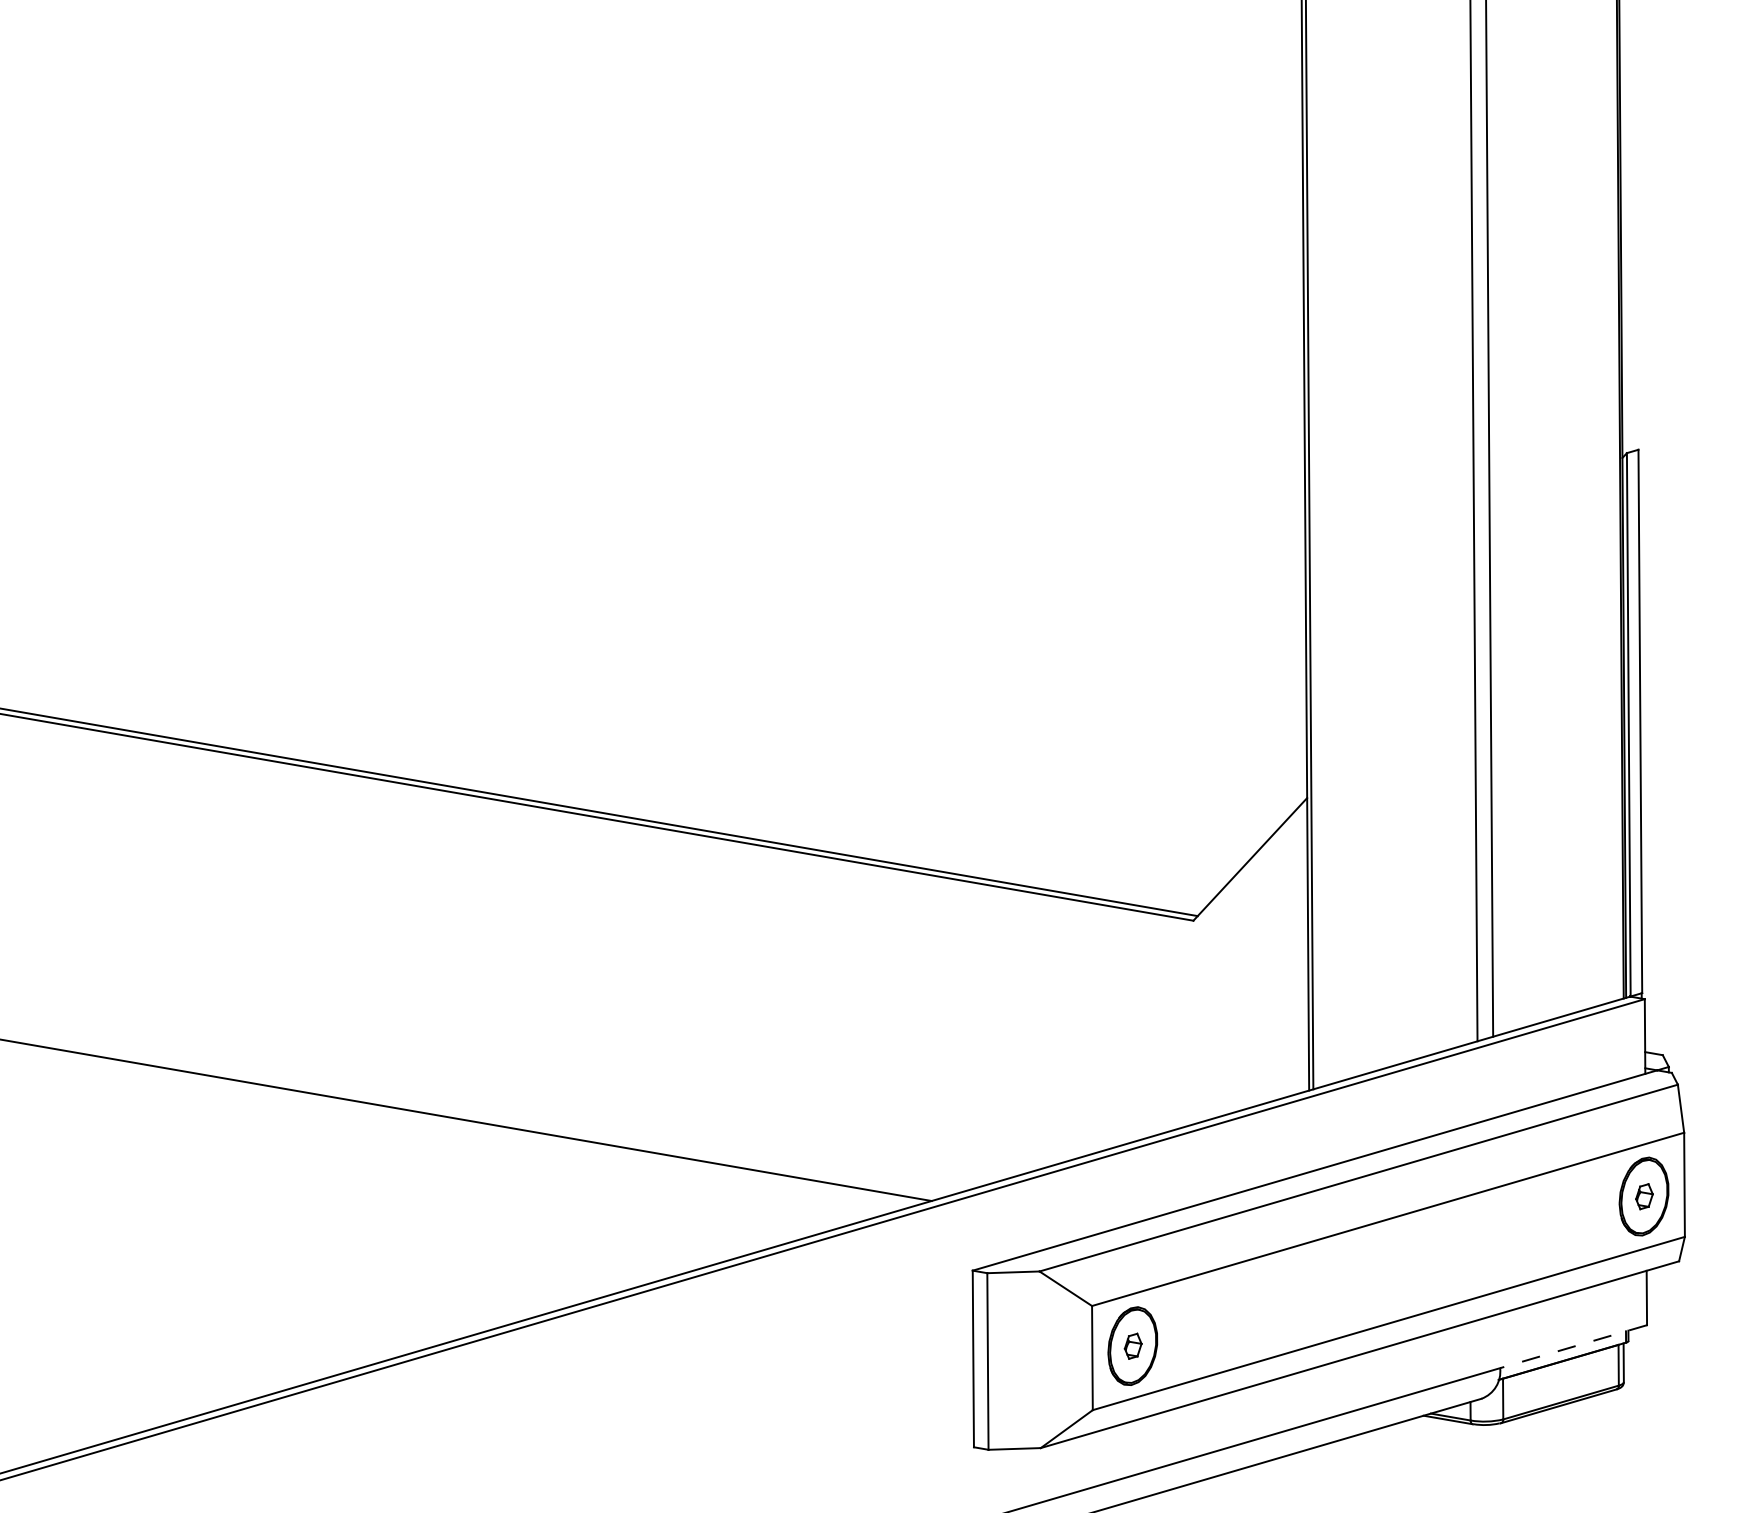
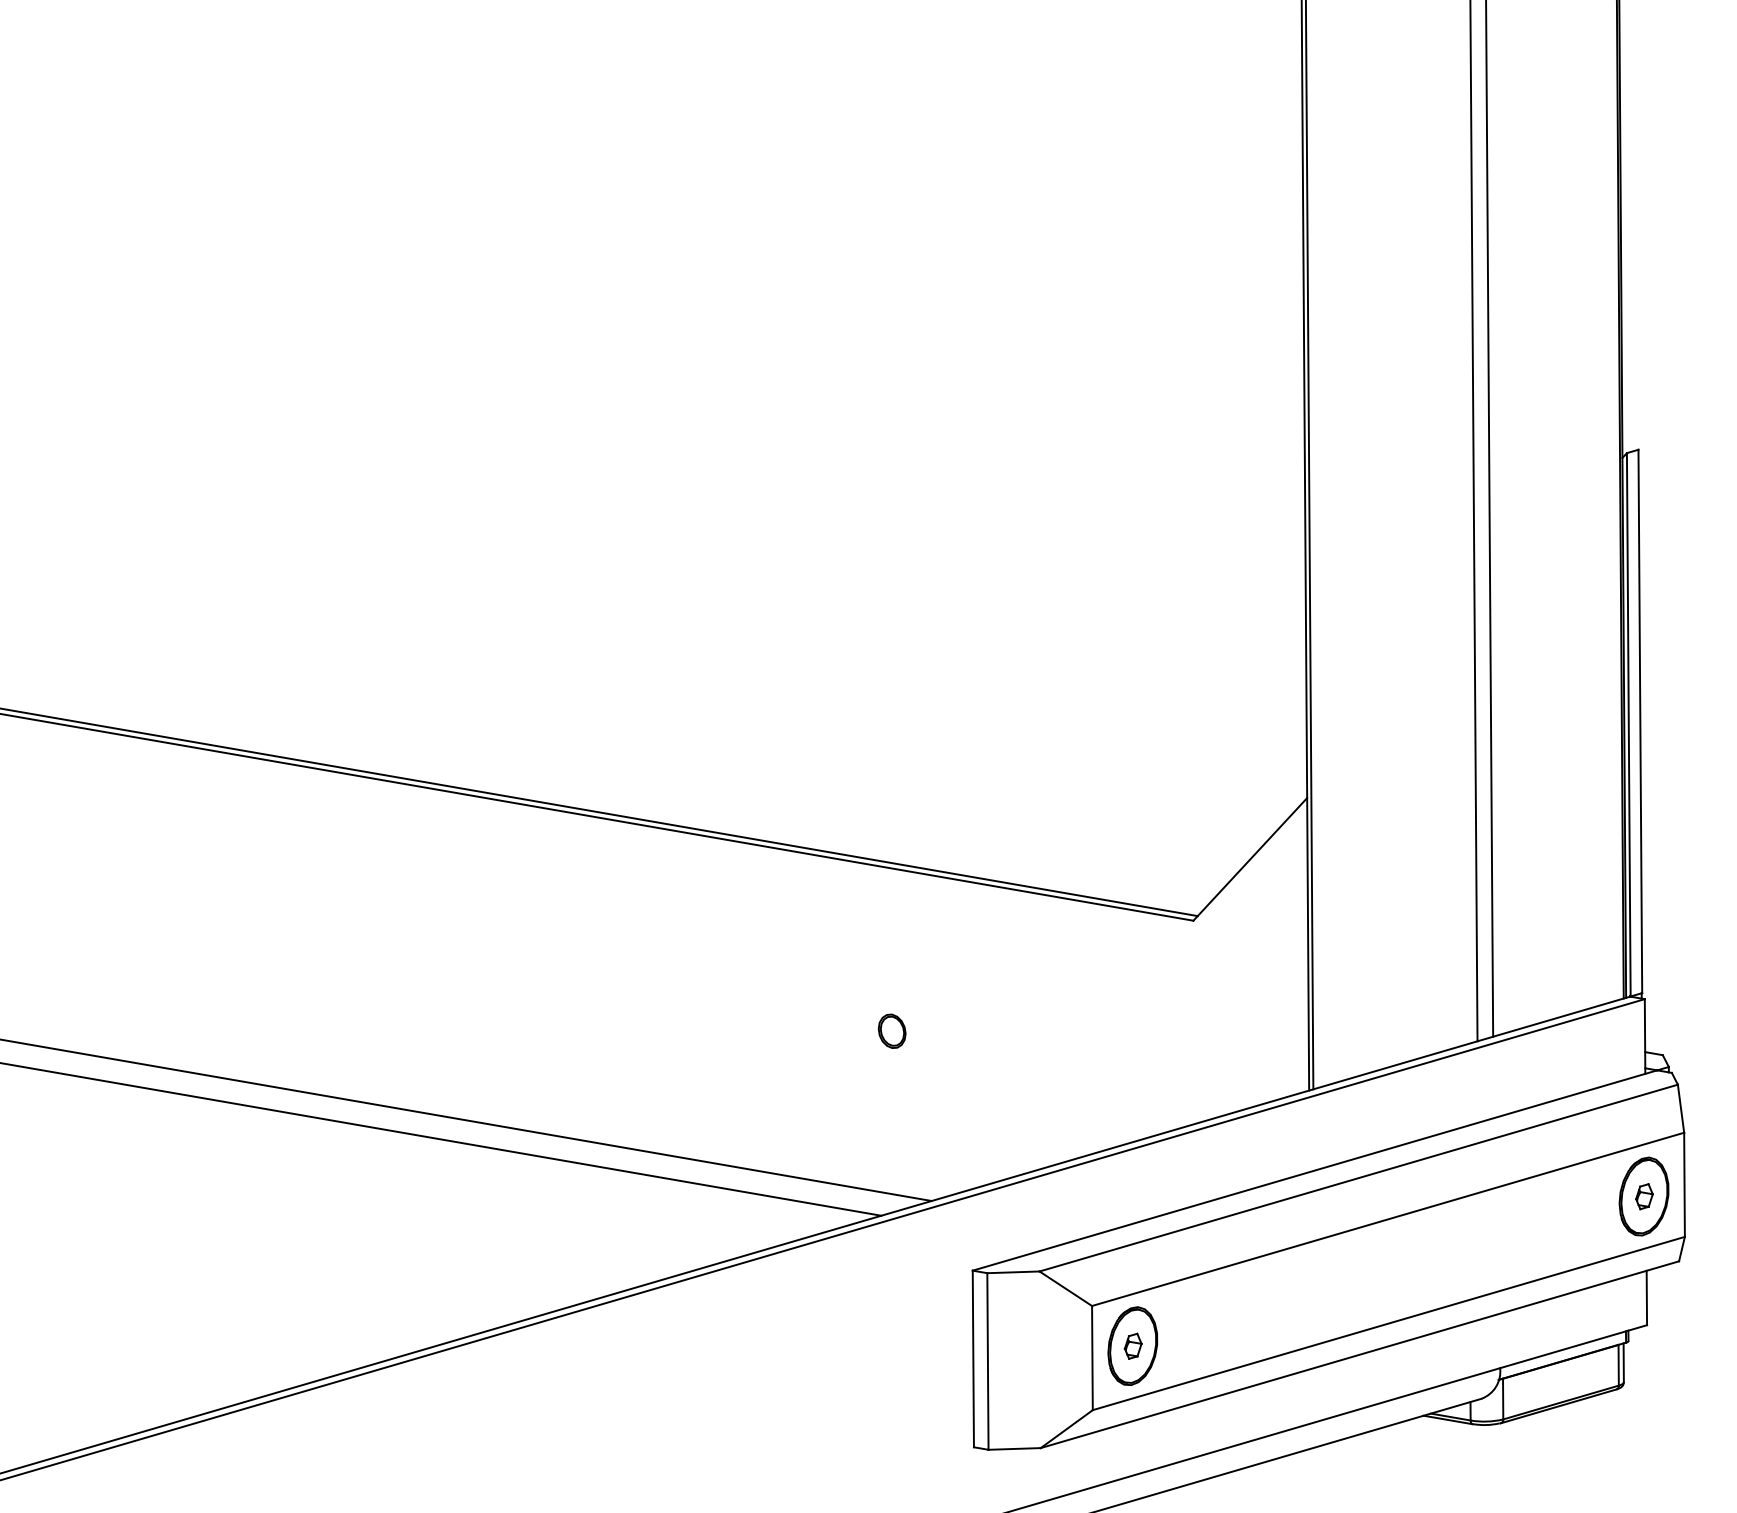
part at (891, 1030): none -> present
line at (441, 1139): none -> present
line at (1573, 1346): dashed -> solid
